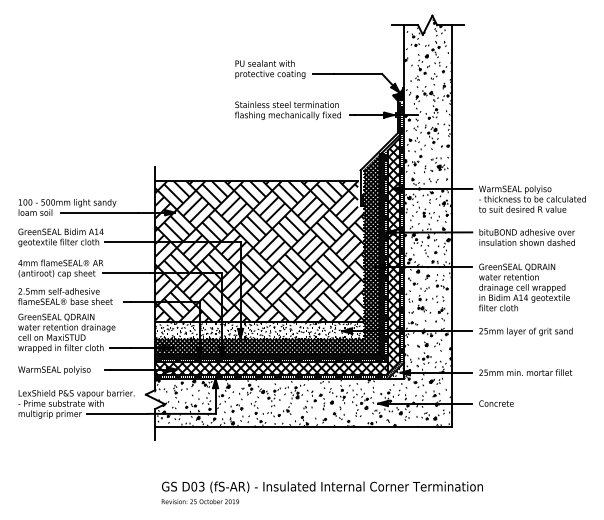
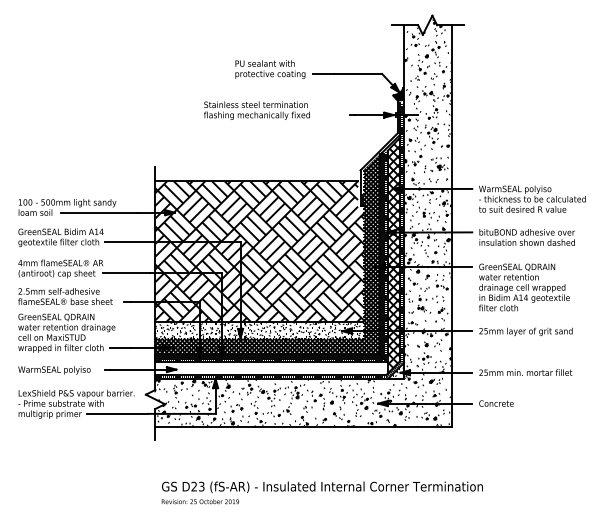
text at (287, 110) position: (287, 110) -> (256, 110)
hatch at (271, 368): present -> none
text at (194, 486): D03 -> D23
